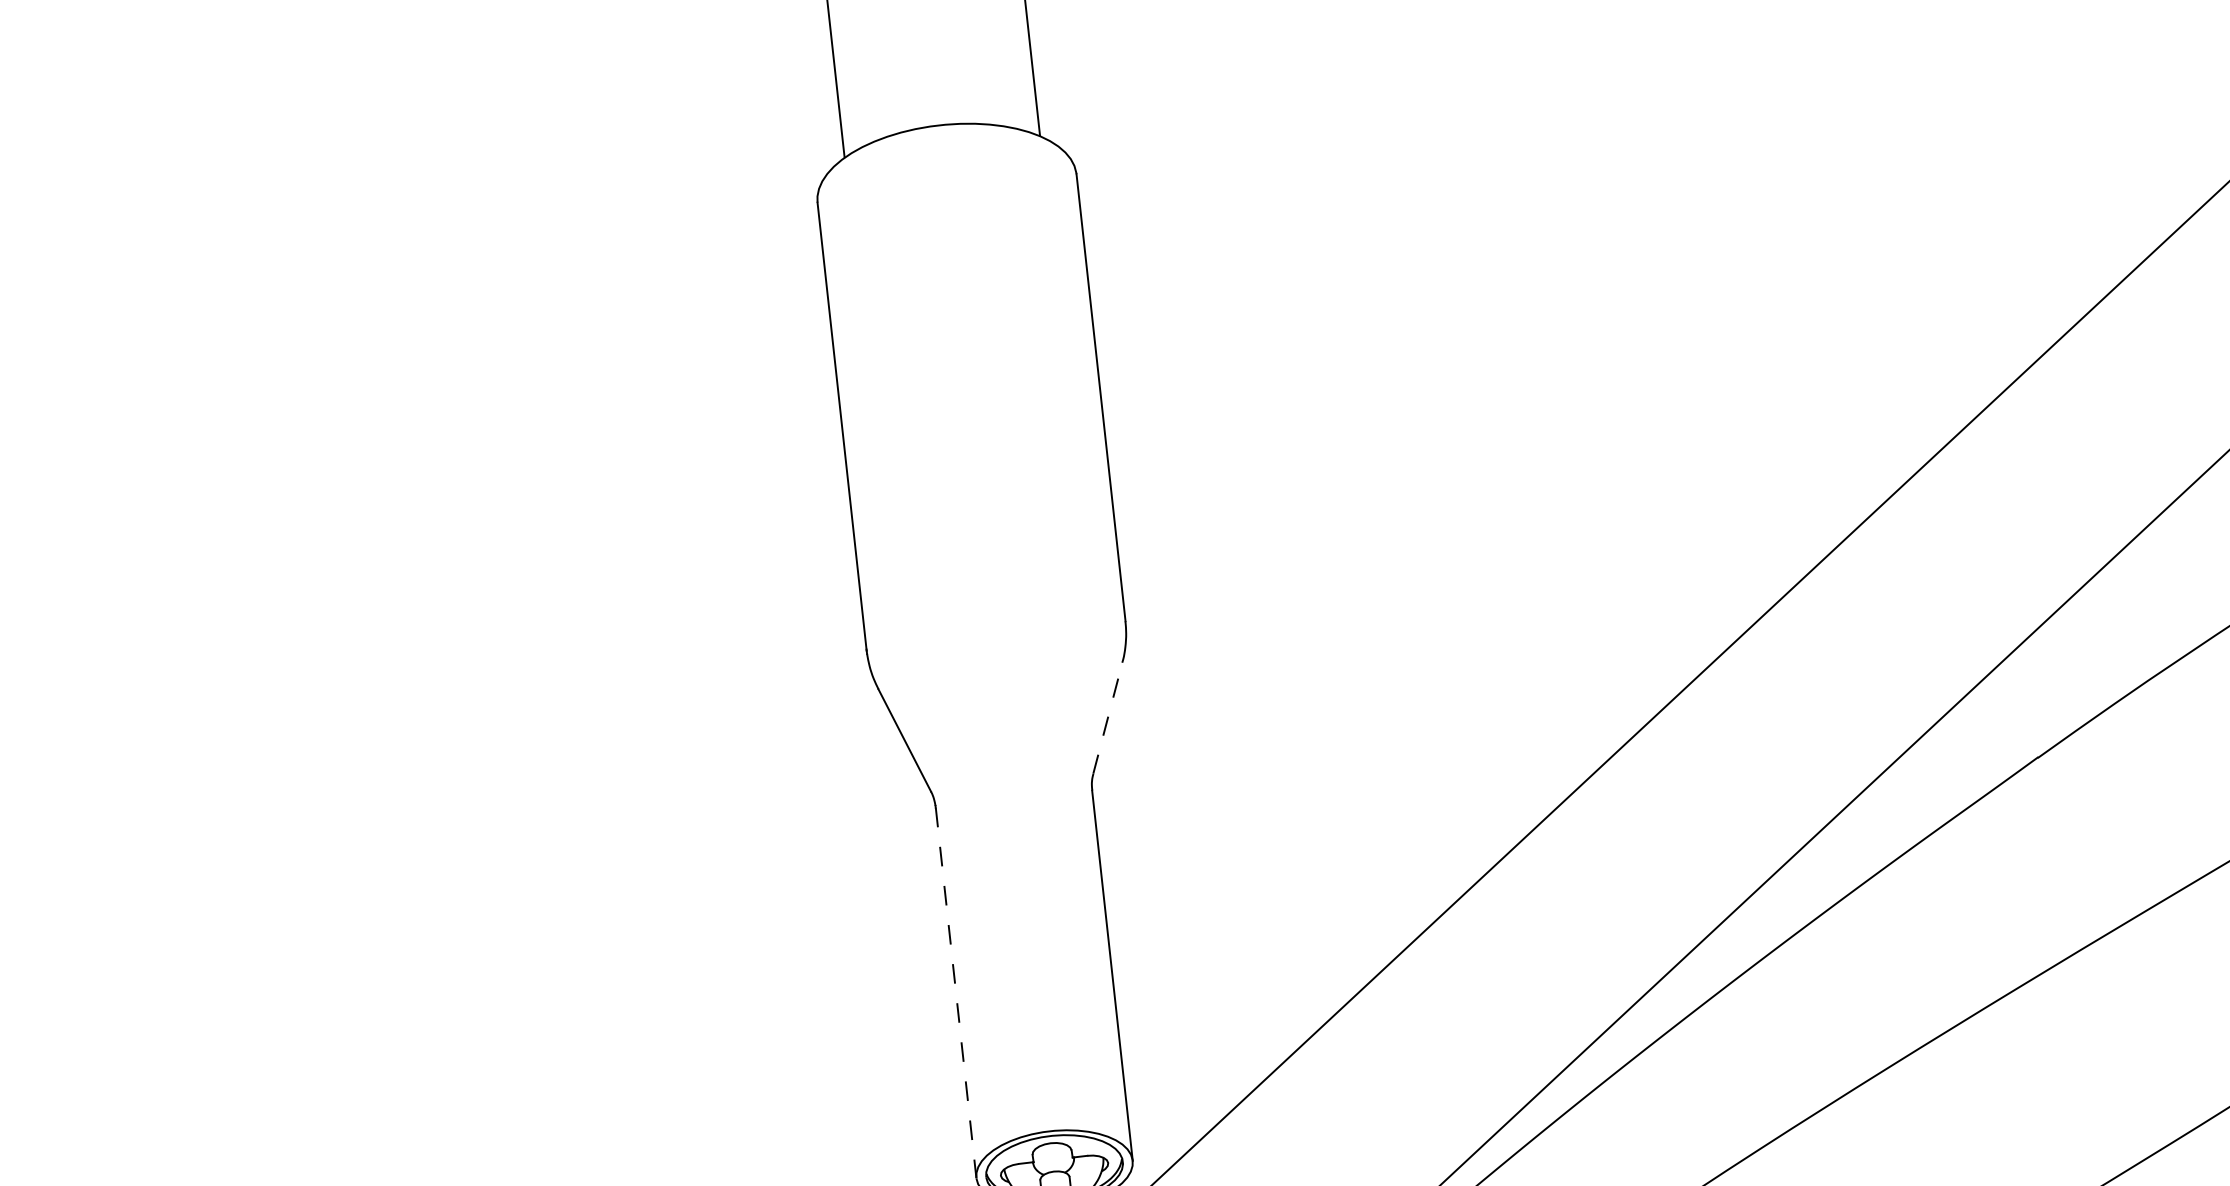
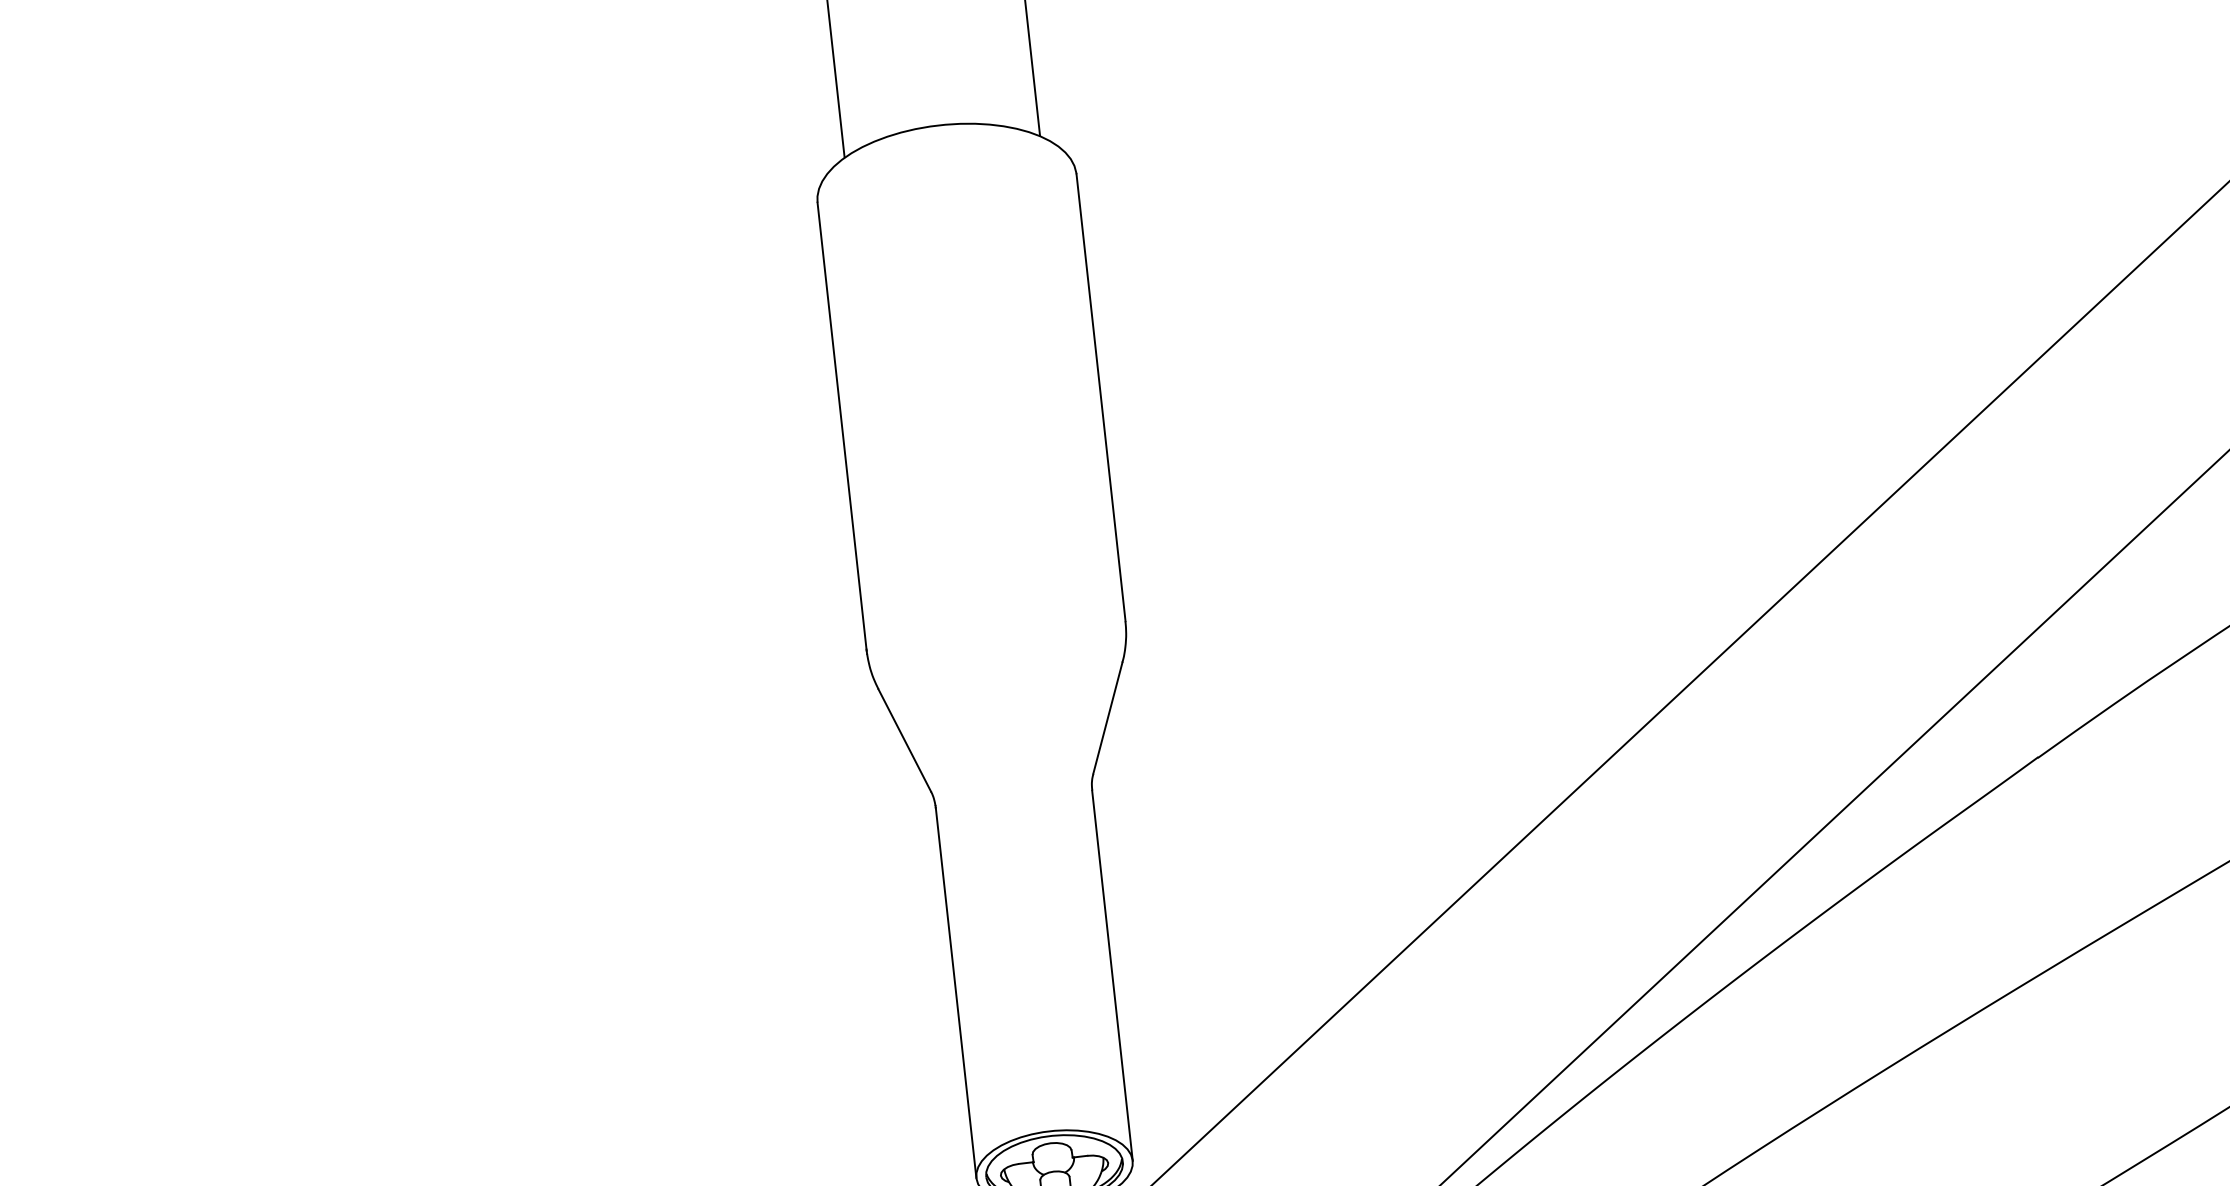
line at (1107, 718): dashed -> solid
line at (956, 993): dashed -> solid
